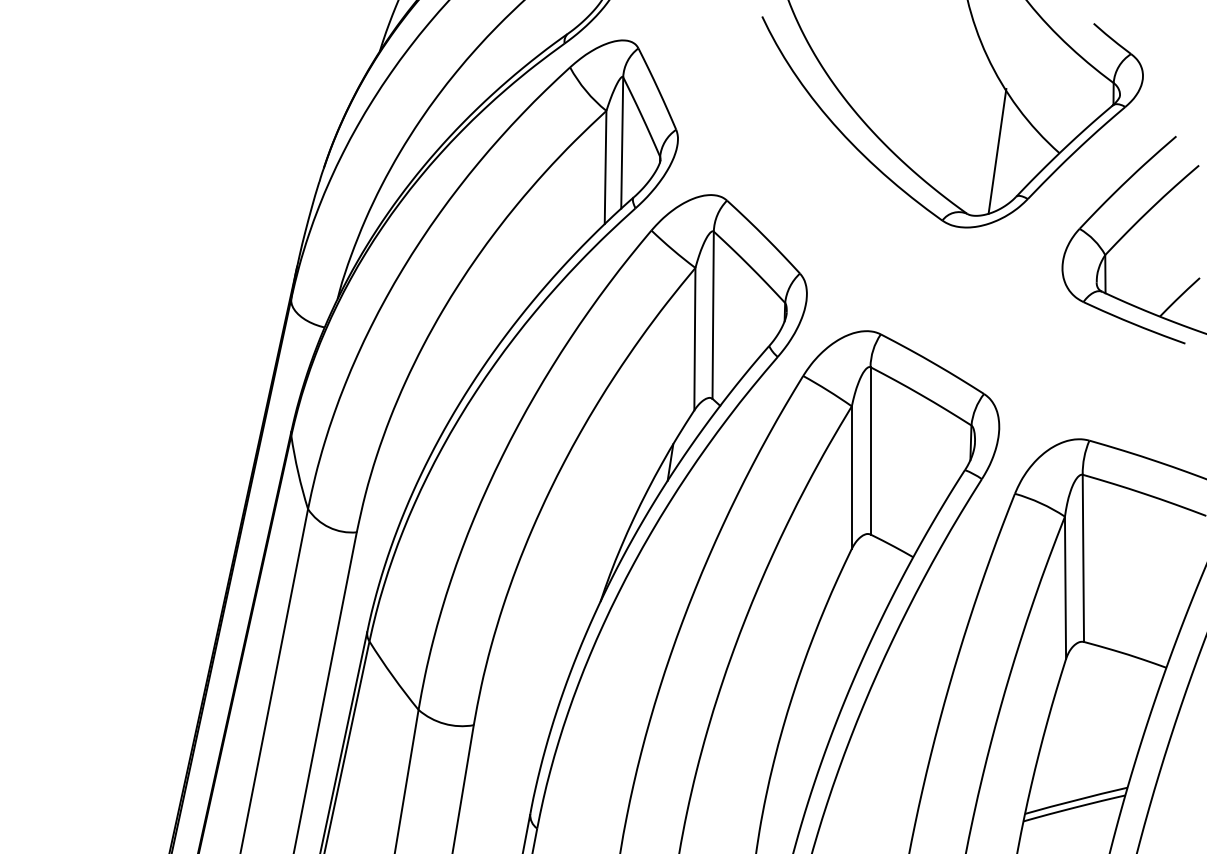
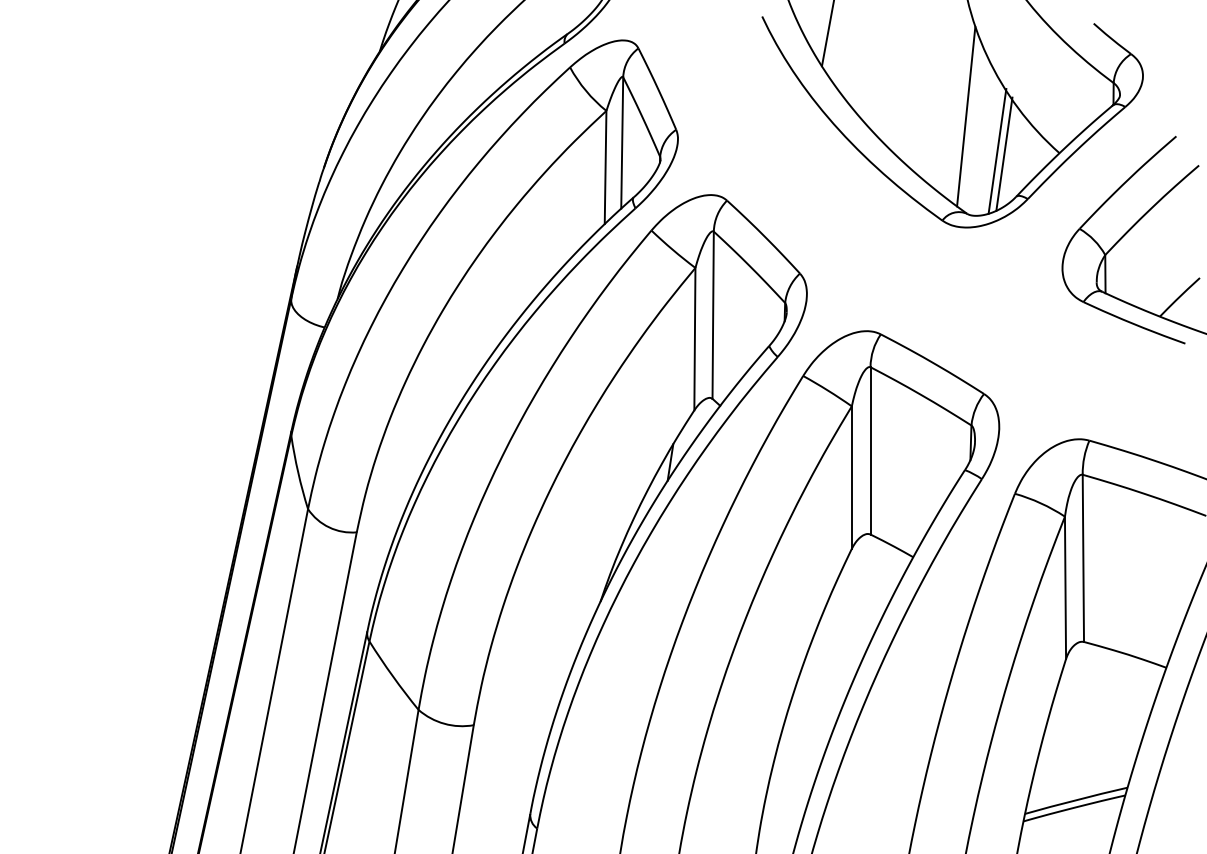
line at (827, 34): none -> present
line at (966, 116): none -> present
line at (1004, 153): none -> present
